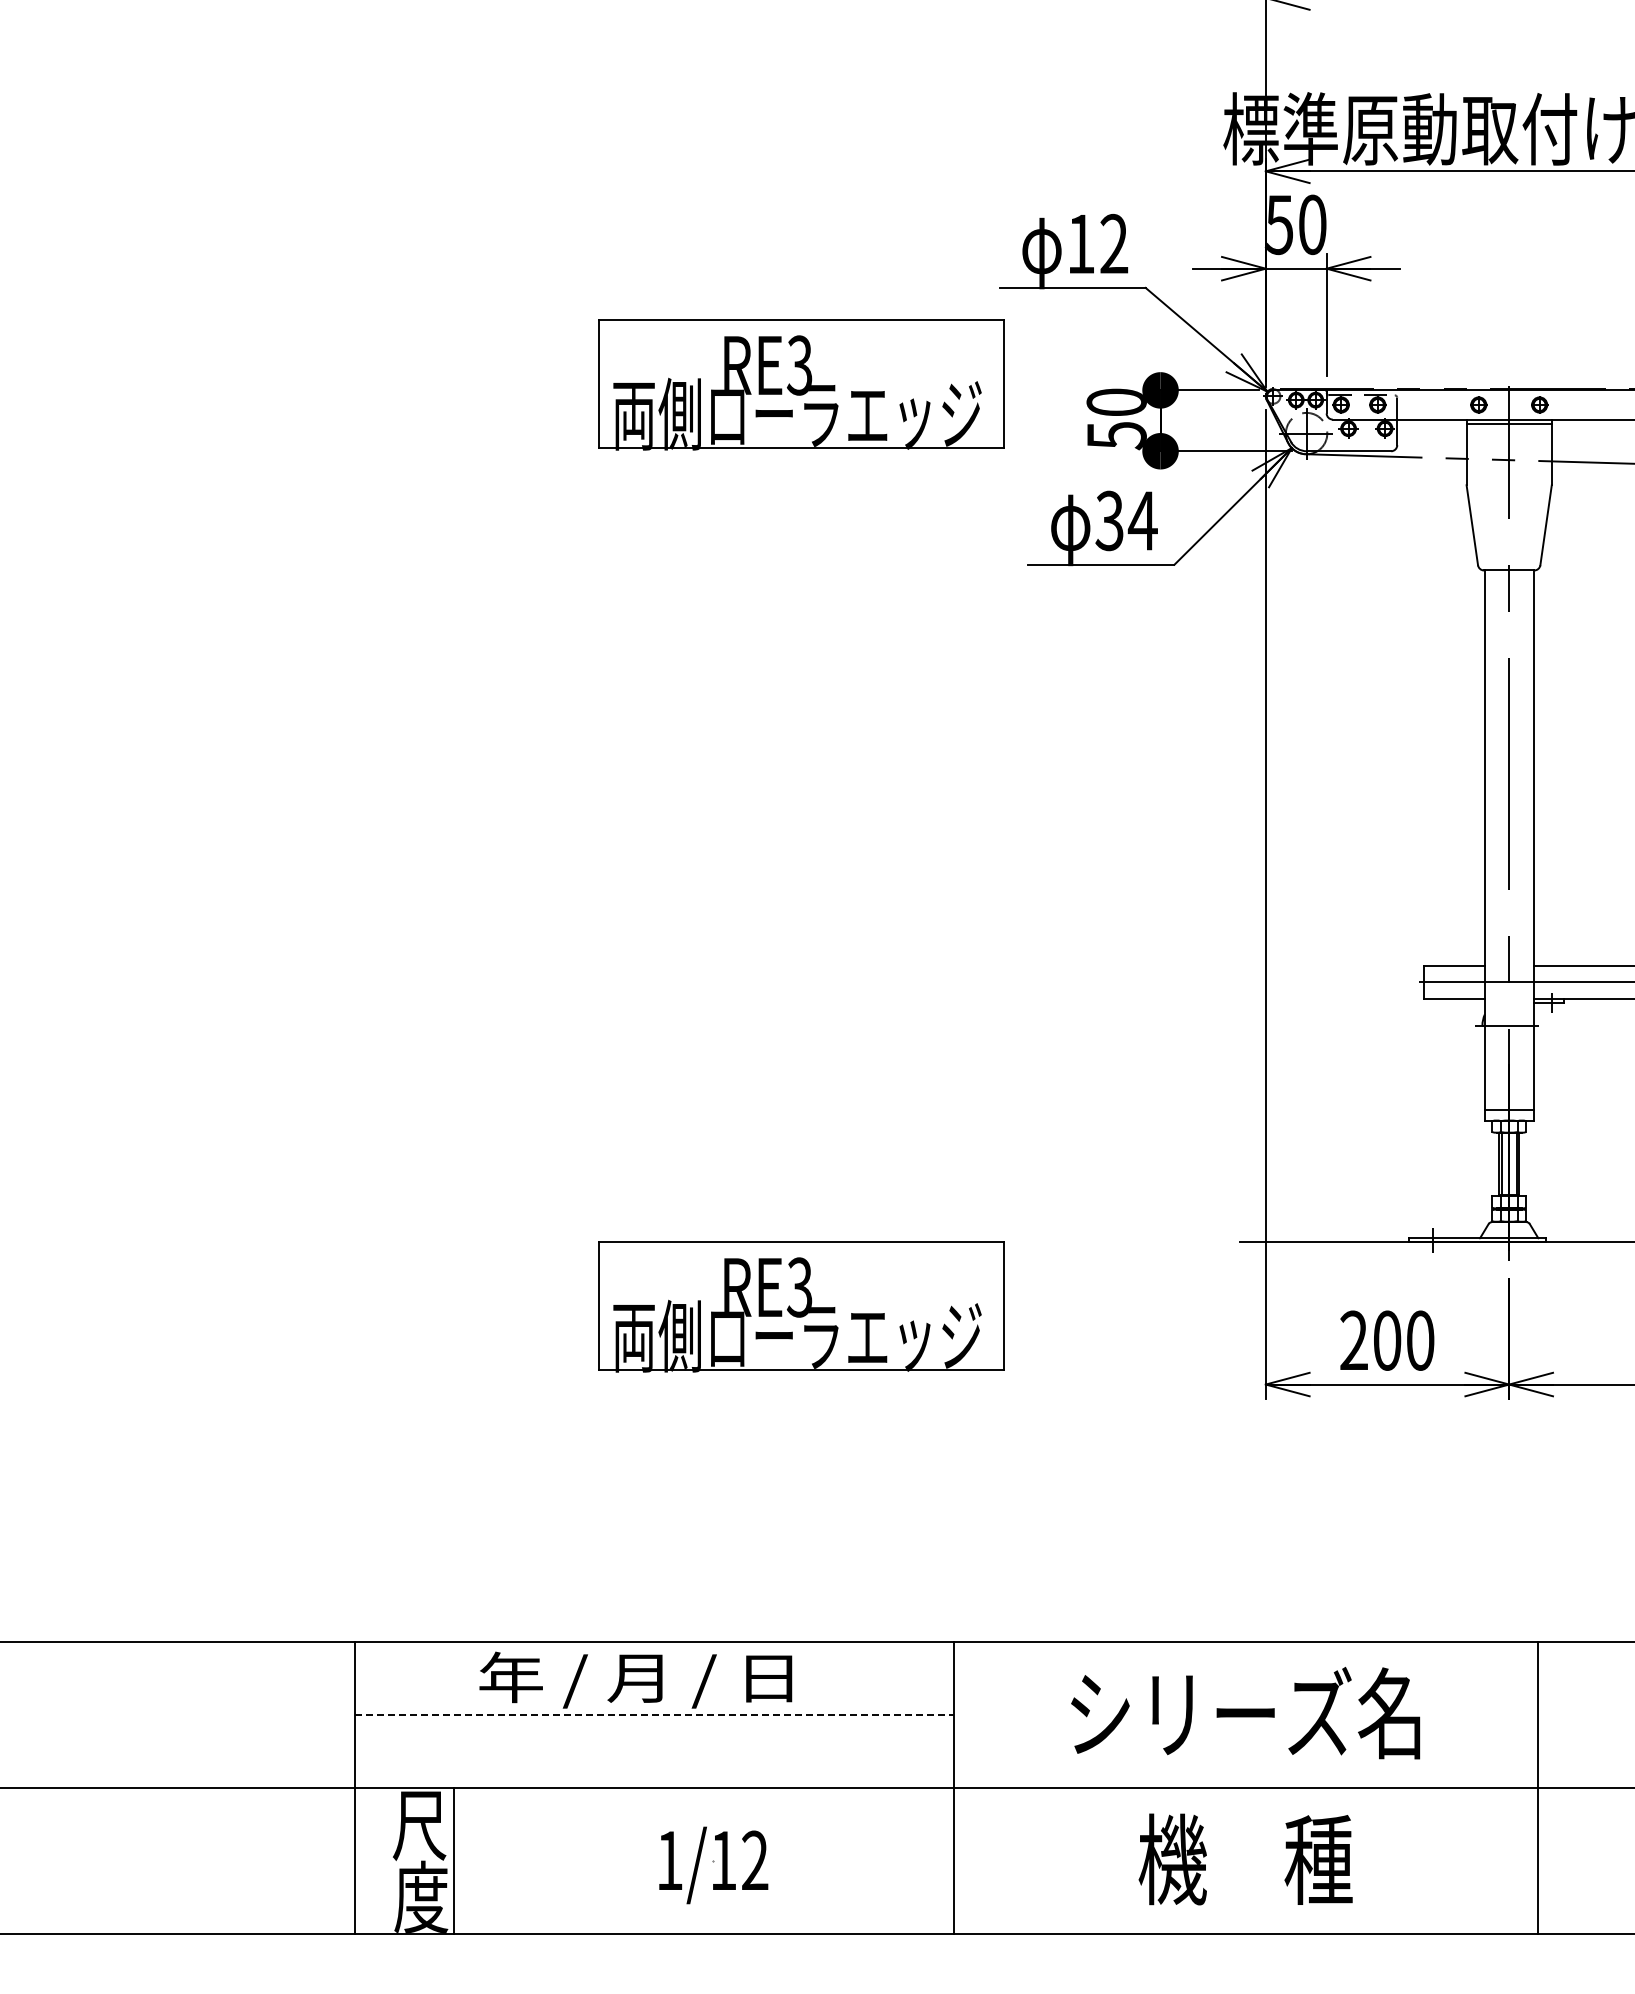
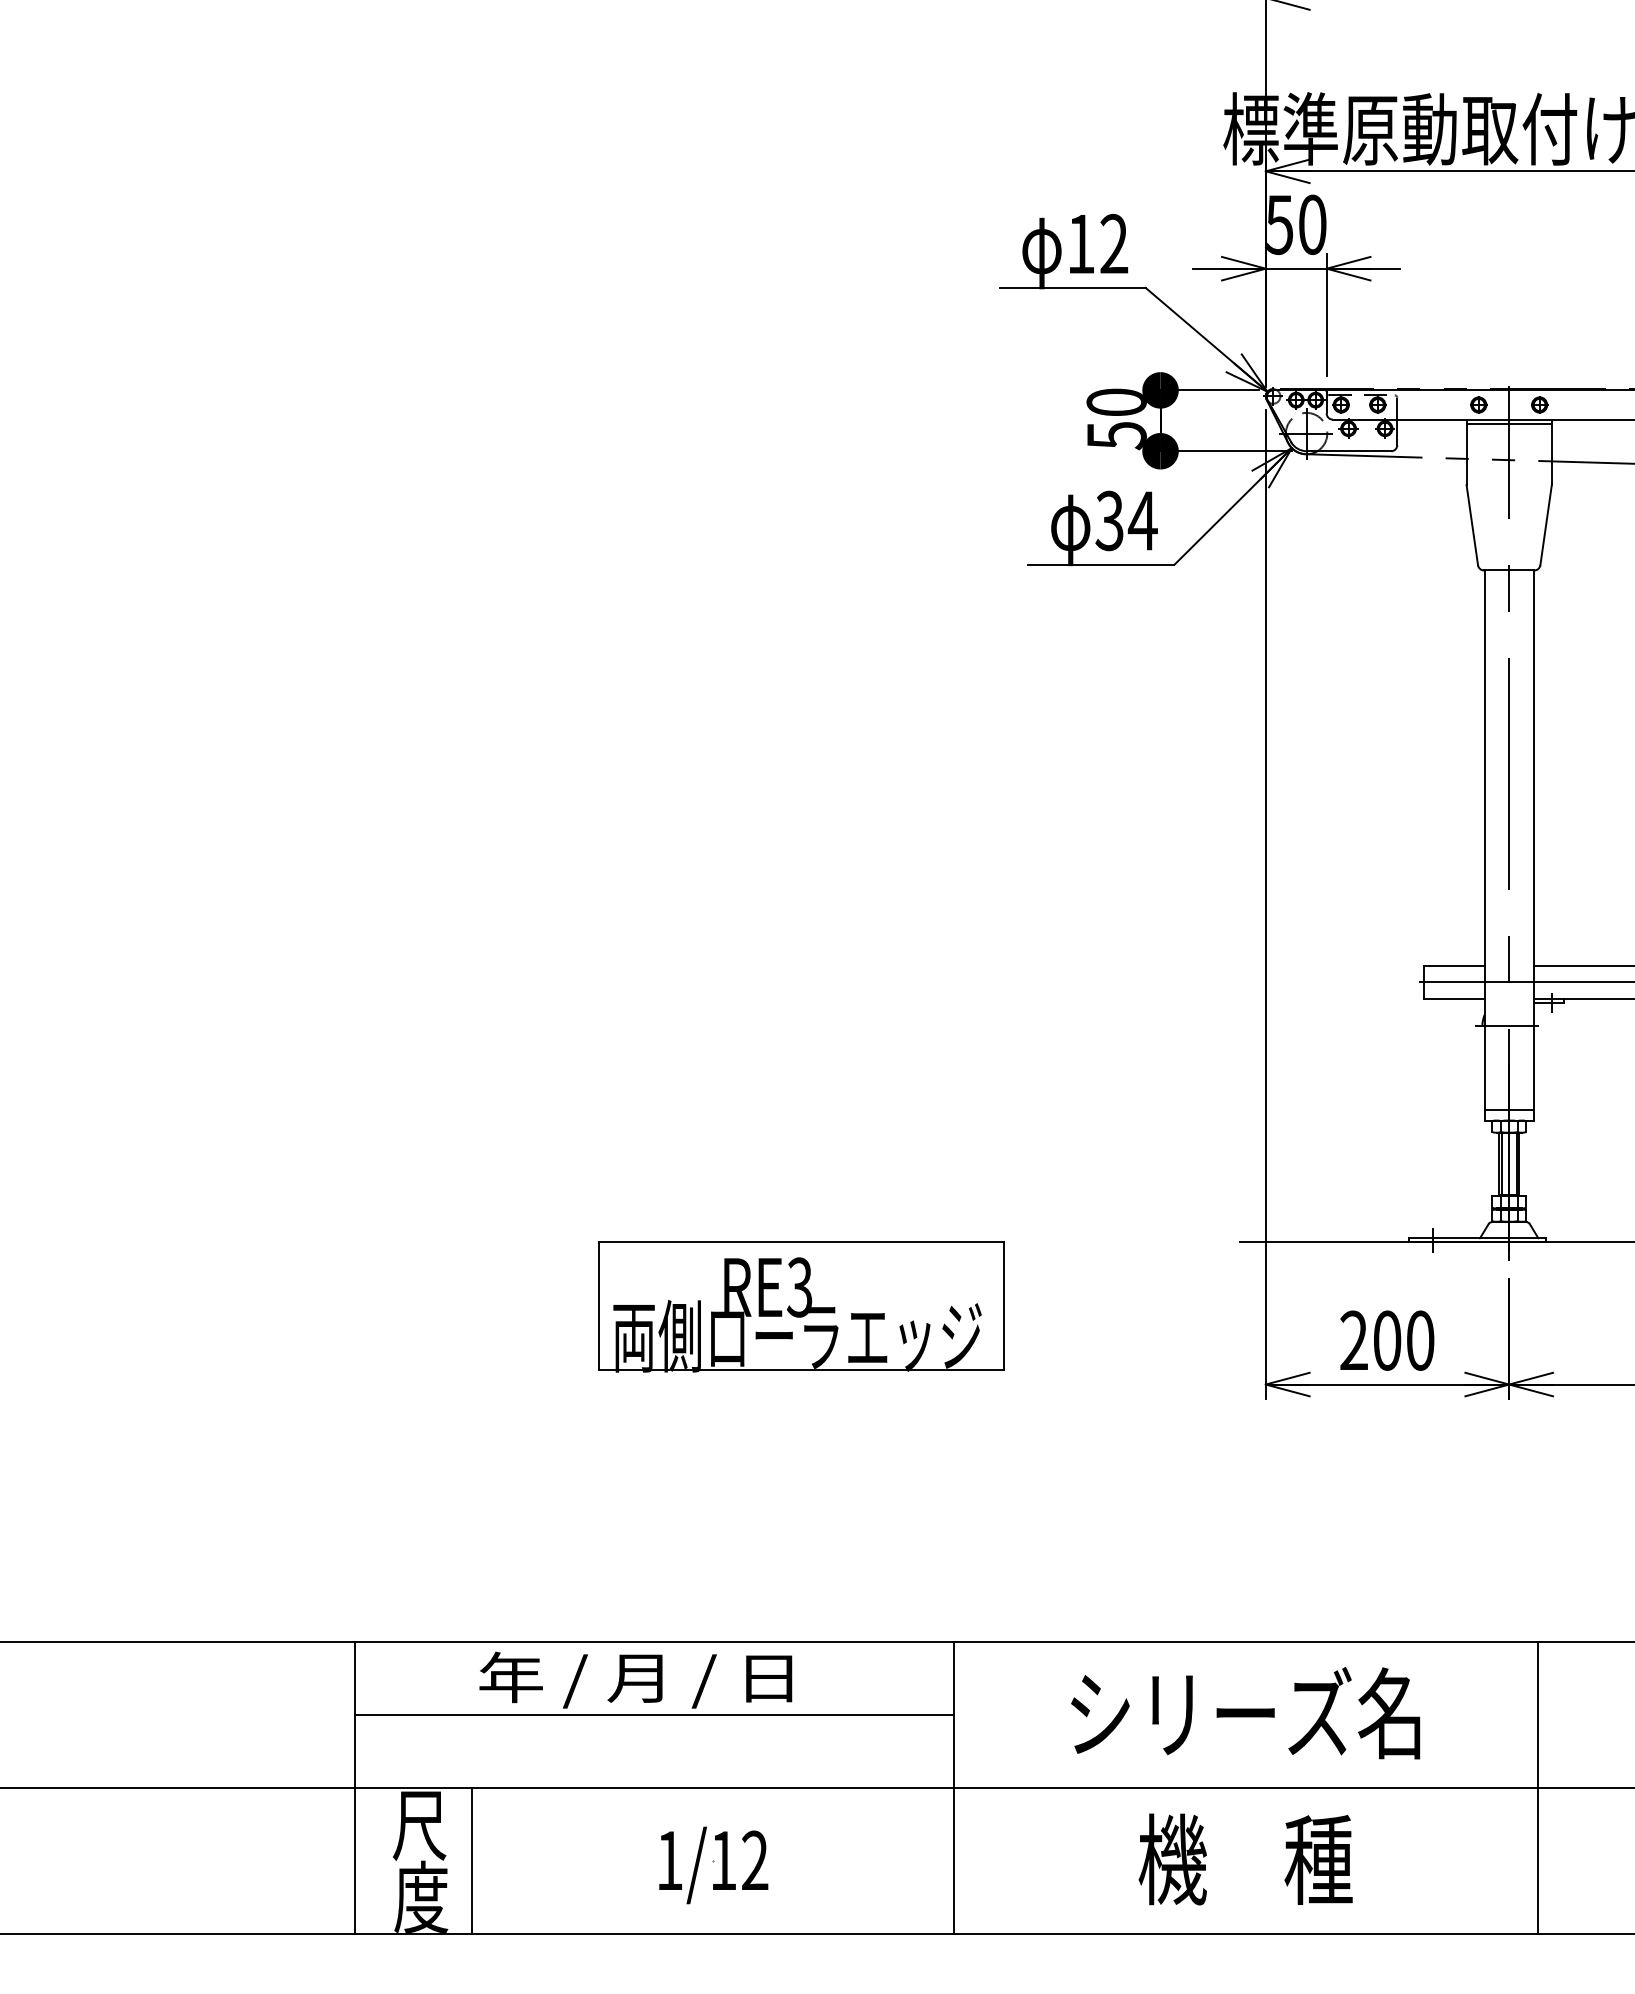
part at (801, 384): present -> none
line at (654, 1714): dashed -> solid
line at (453, 1860) position: (453, 1860) -> (471, 1860)
